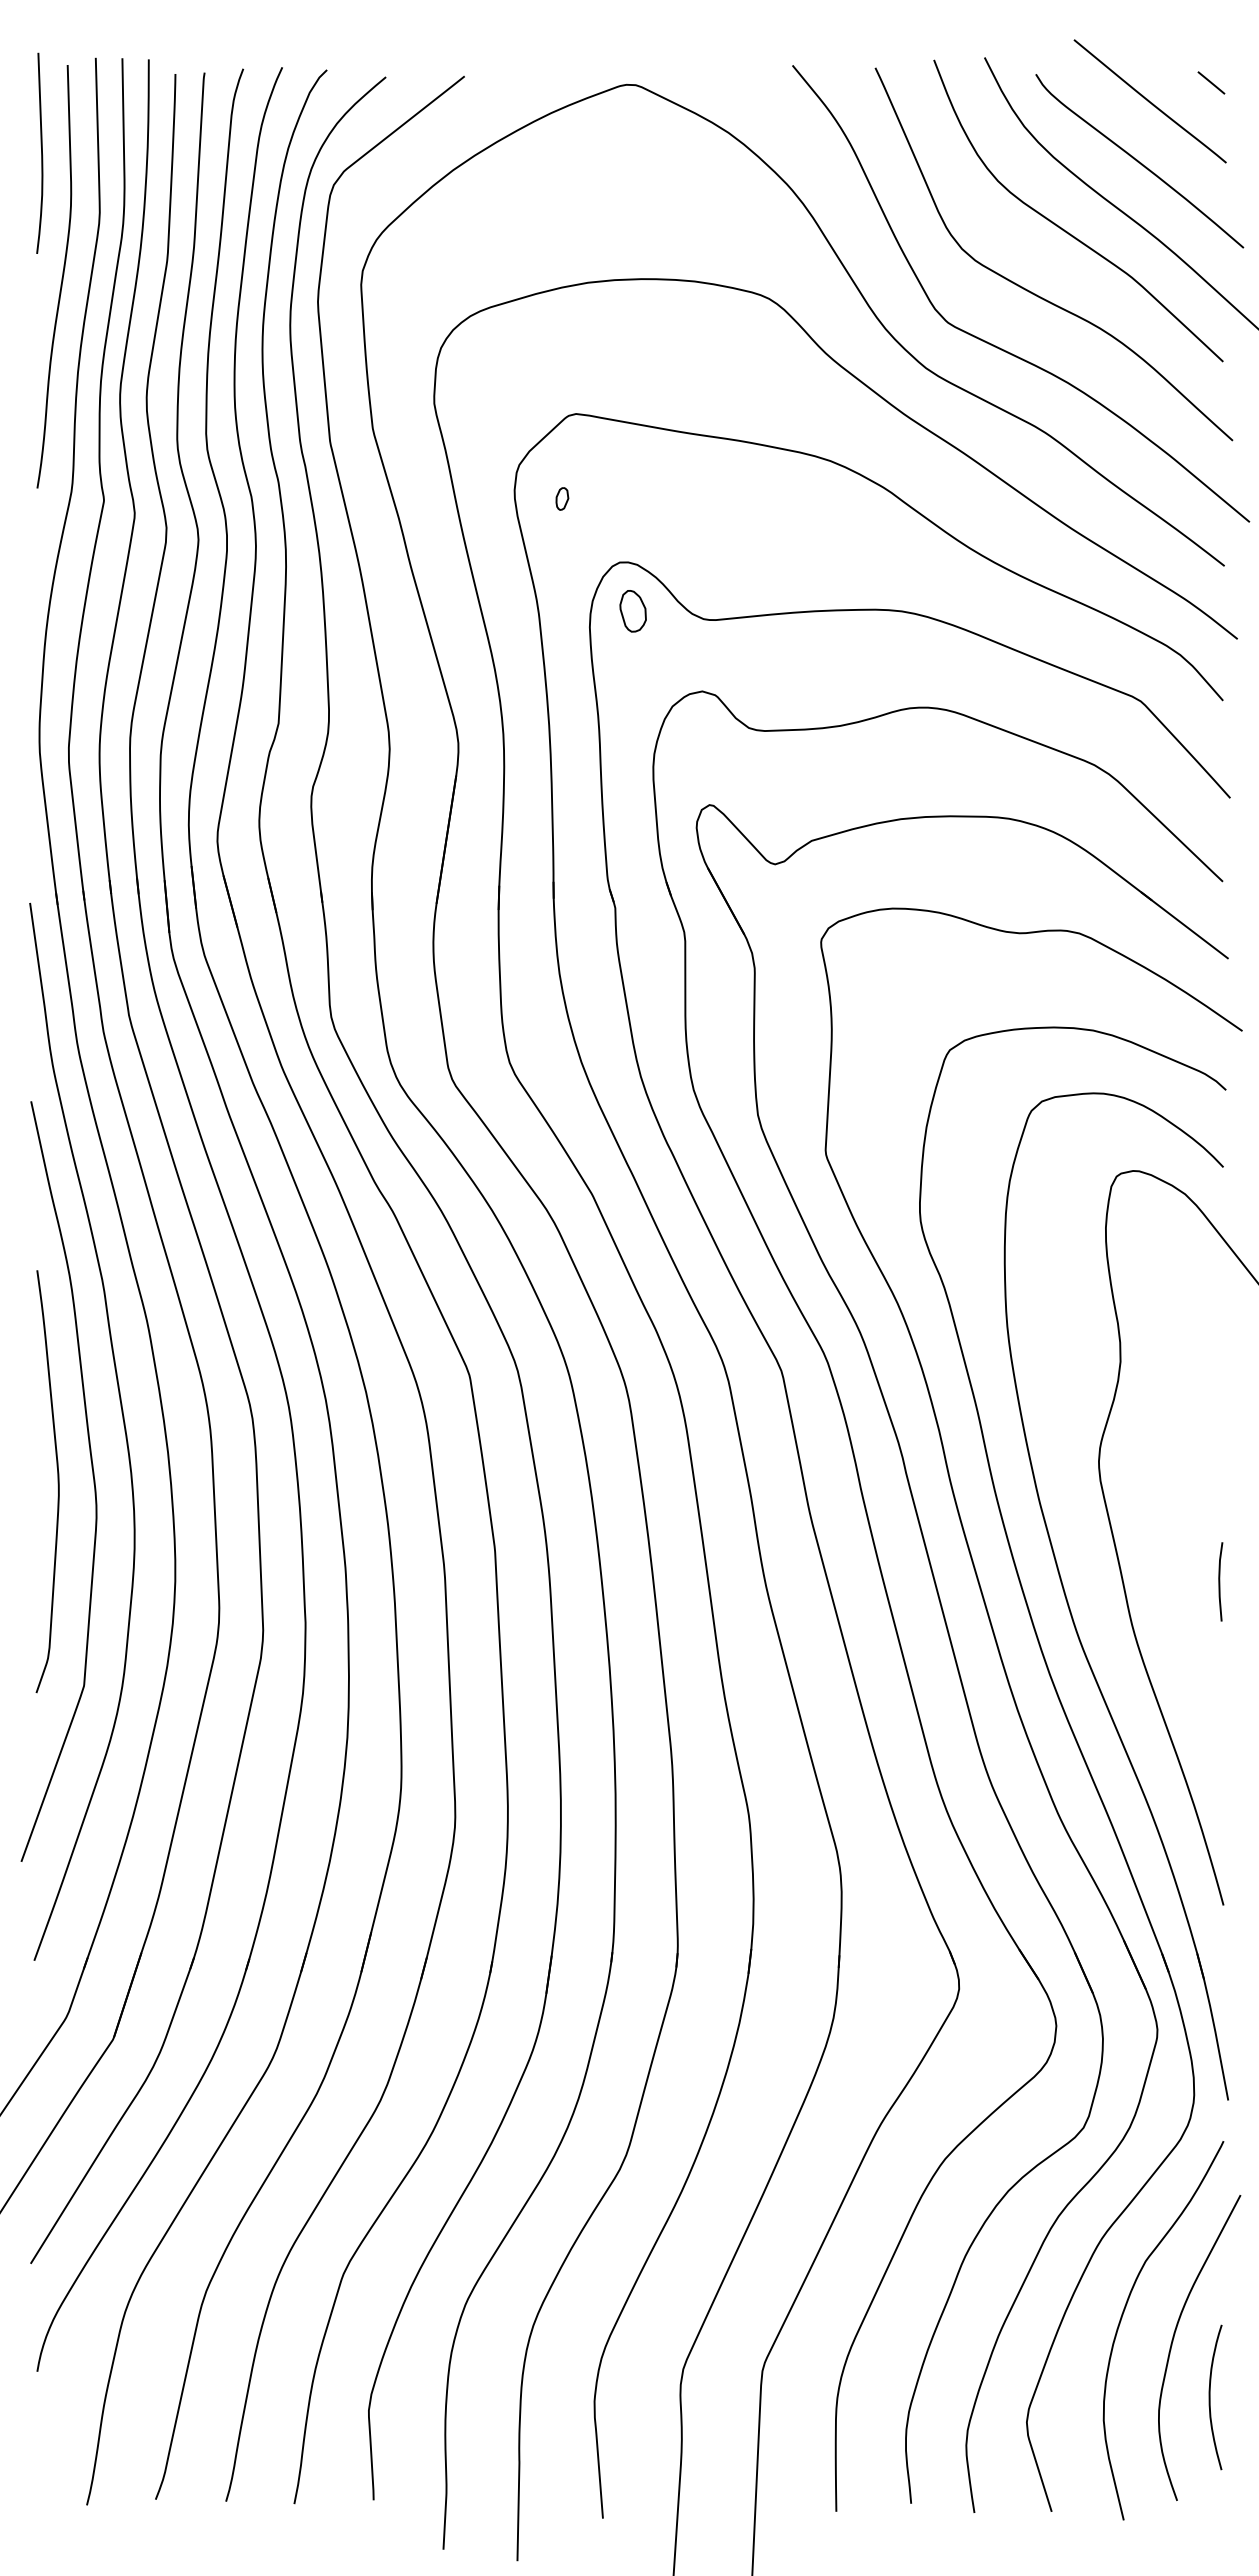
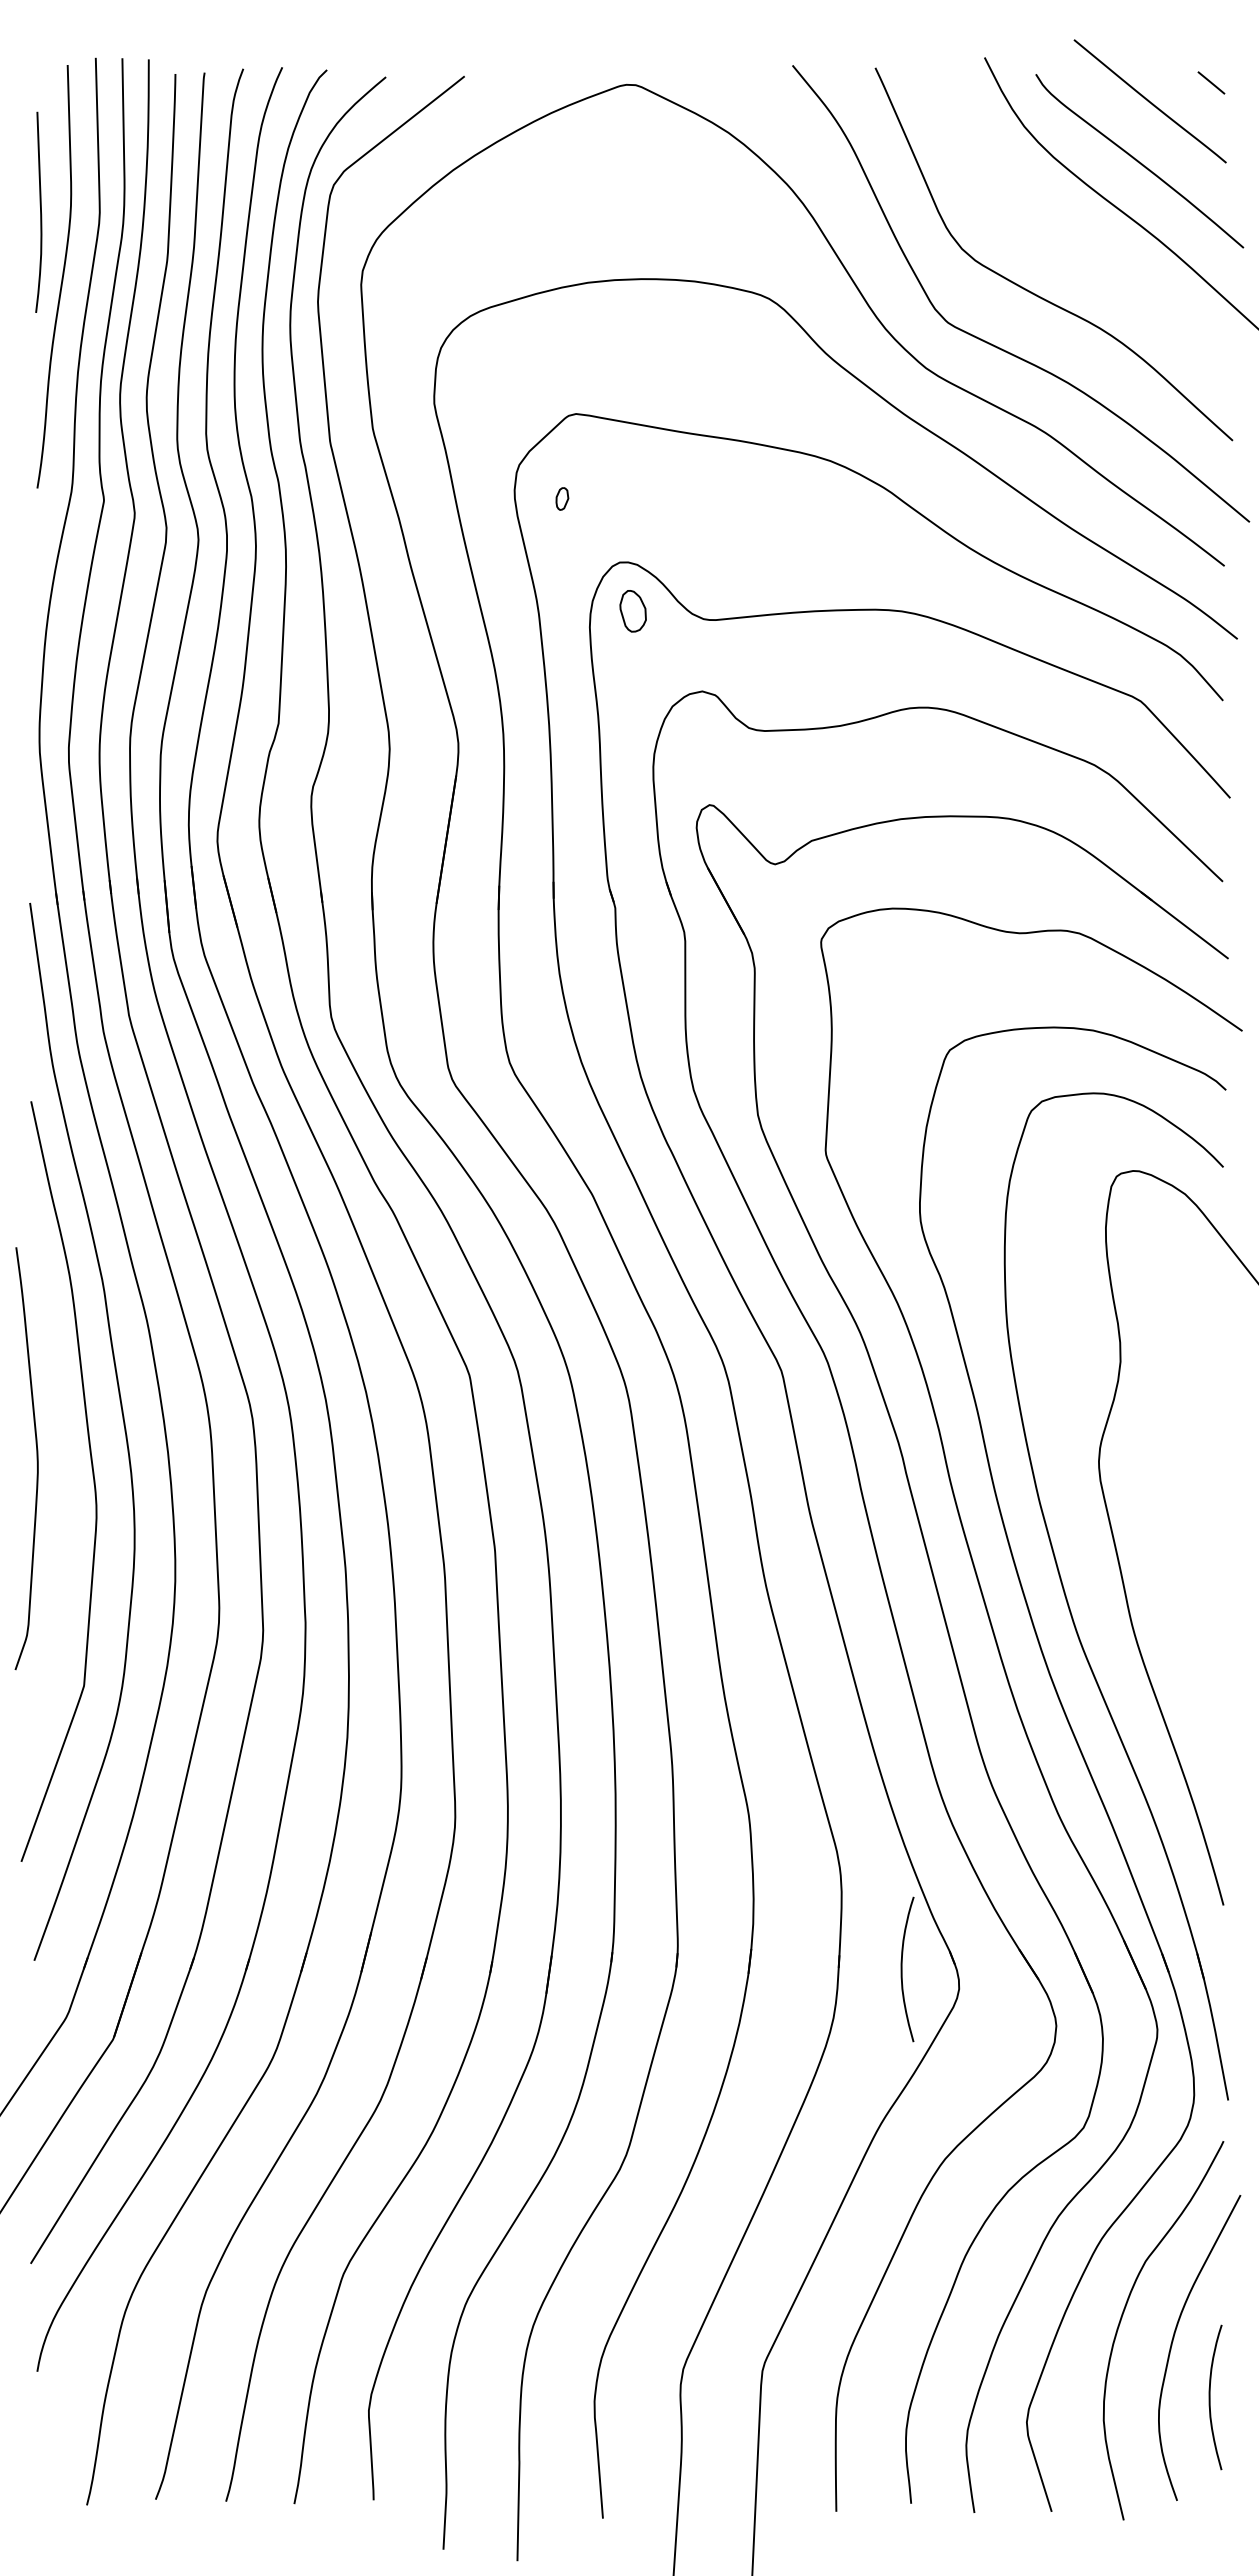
curve at (41, 152) position: (41, 152) -> (40, 211)
curve at (1066, 230): present -> none
curve at (57, 1481) position: (57, 1481) -> (36, 1458)
curve at (1220, 1581): present -> none
curve at (902, 1969): none -> present
